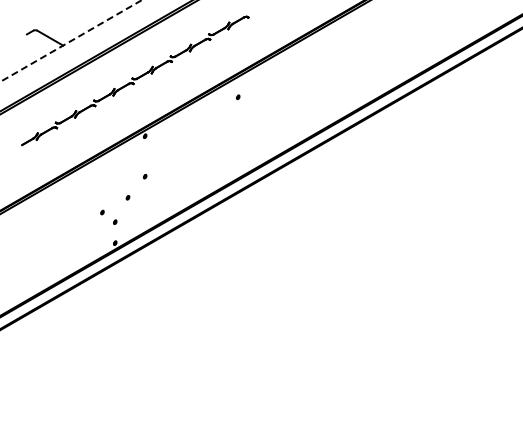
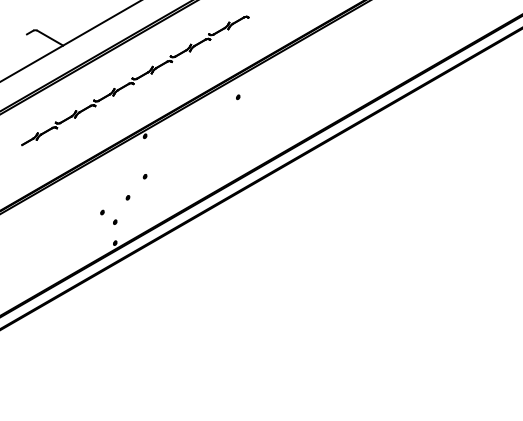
line at (71, 40): dashed -> solid
